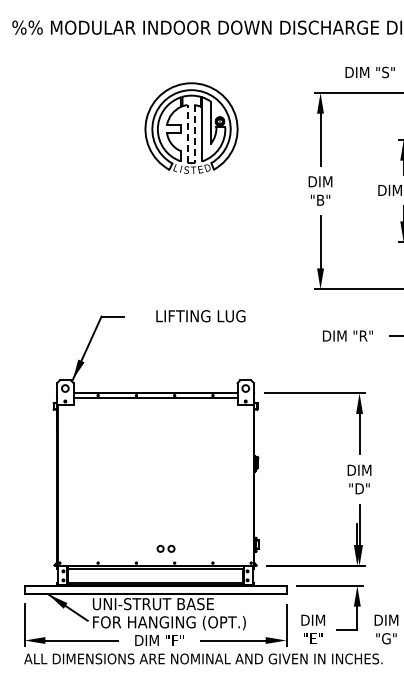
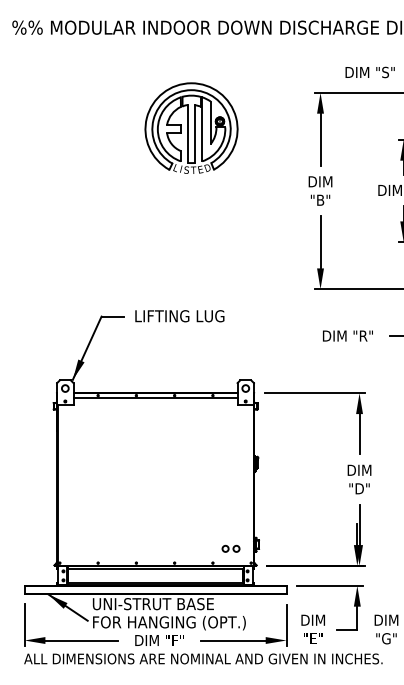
line at (187, 133): dashed -> solid
line at (195, 134): dashed -> solid
text at (200, 316) position: (200, 316) -> (179, 316)
part at (165, 548) position: (165, 548) -> (230, 548)
